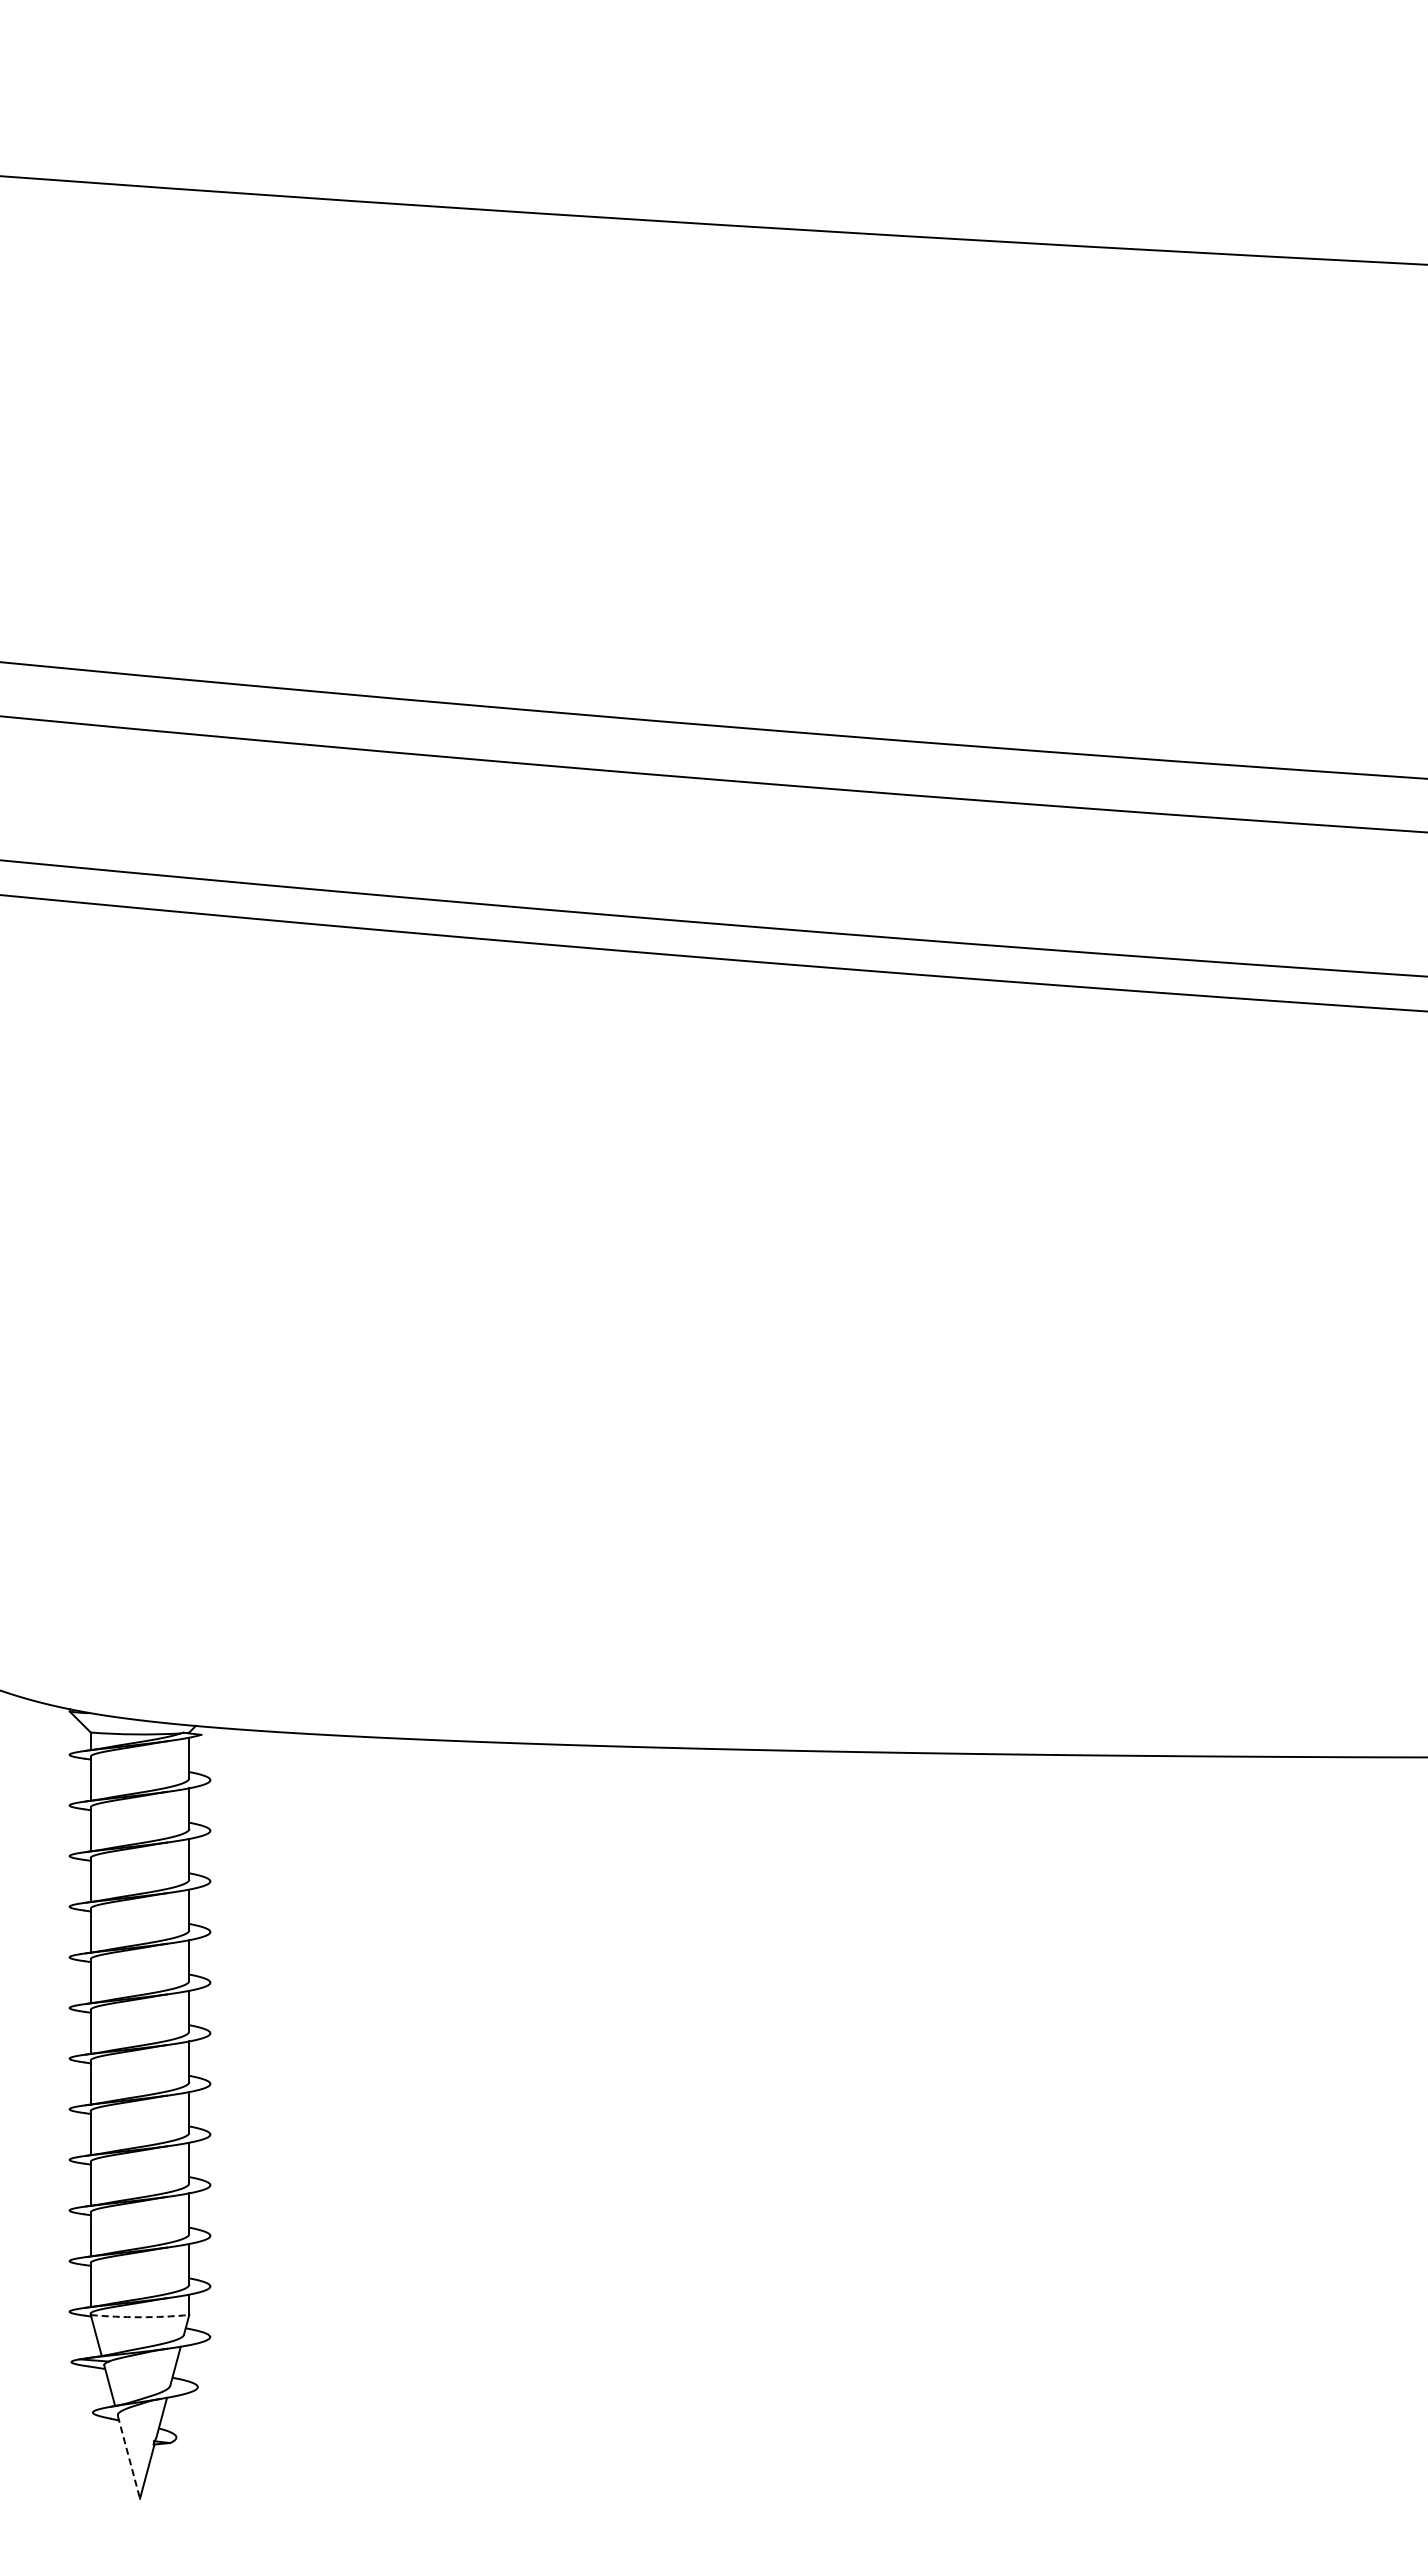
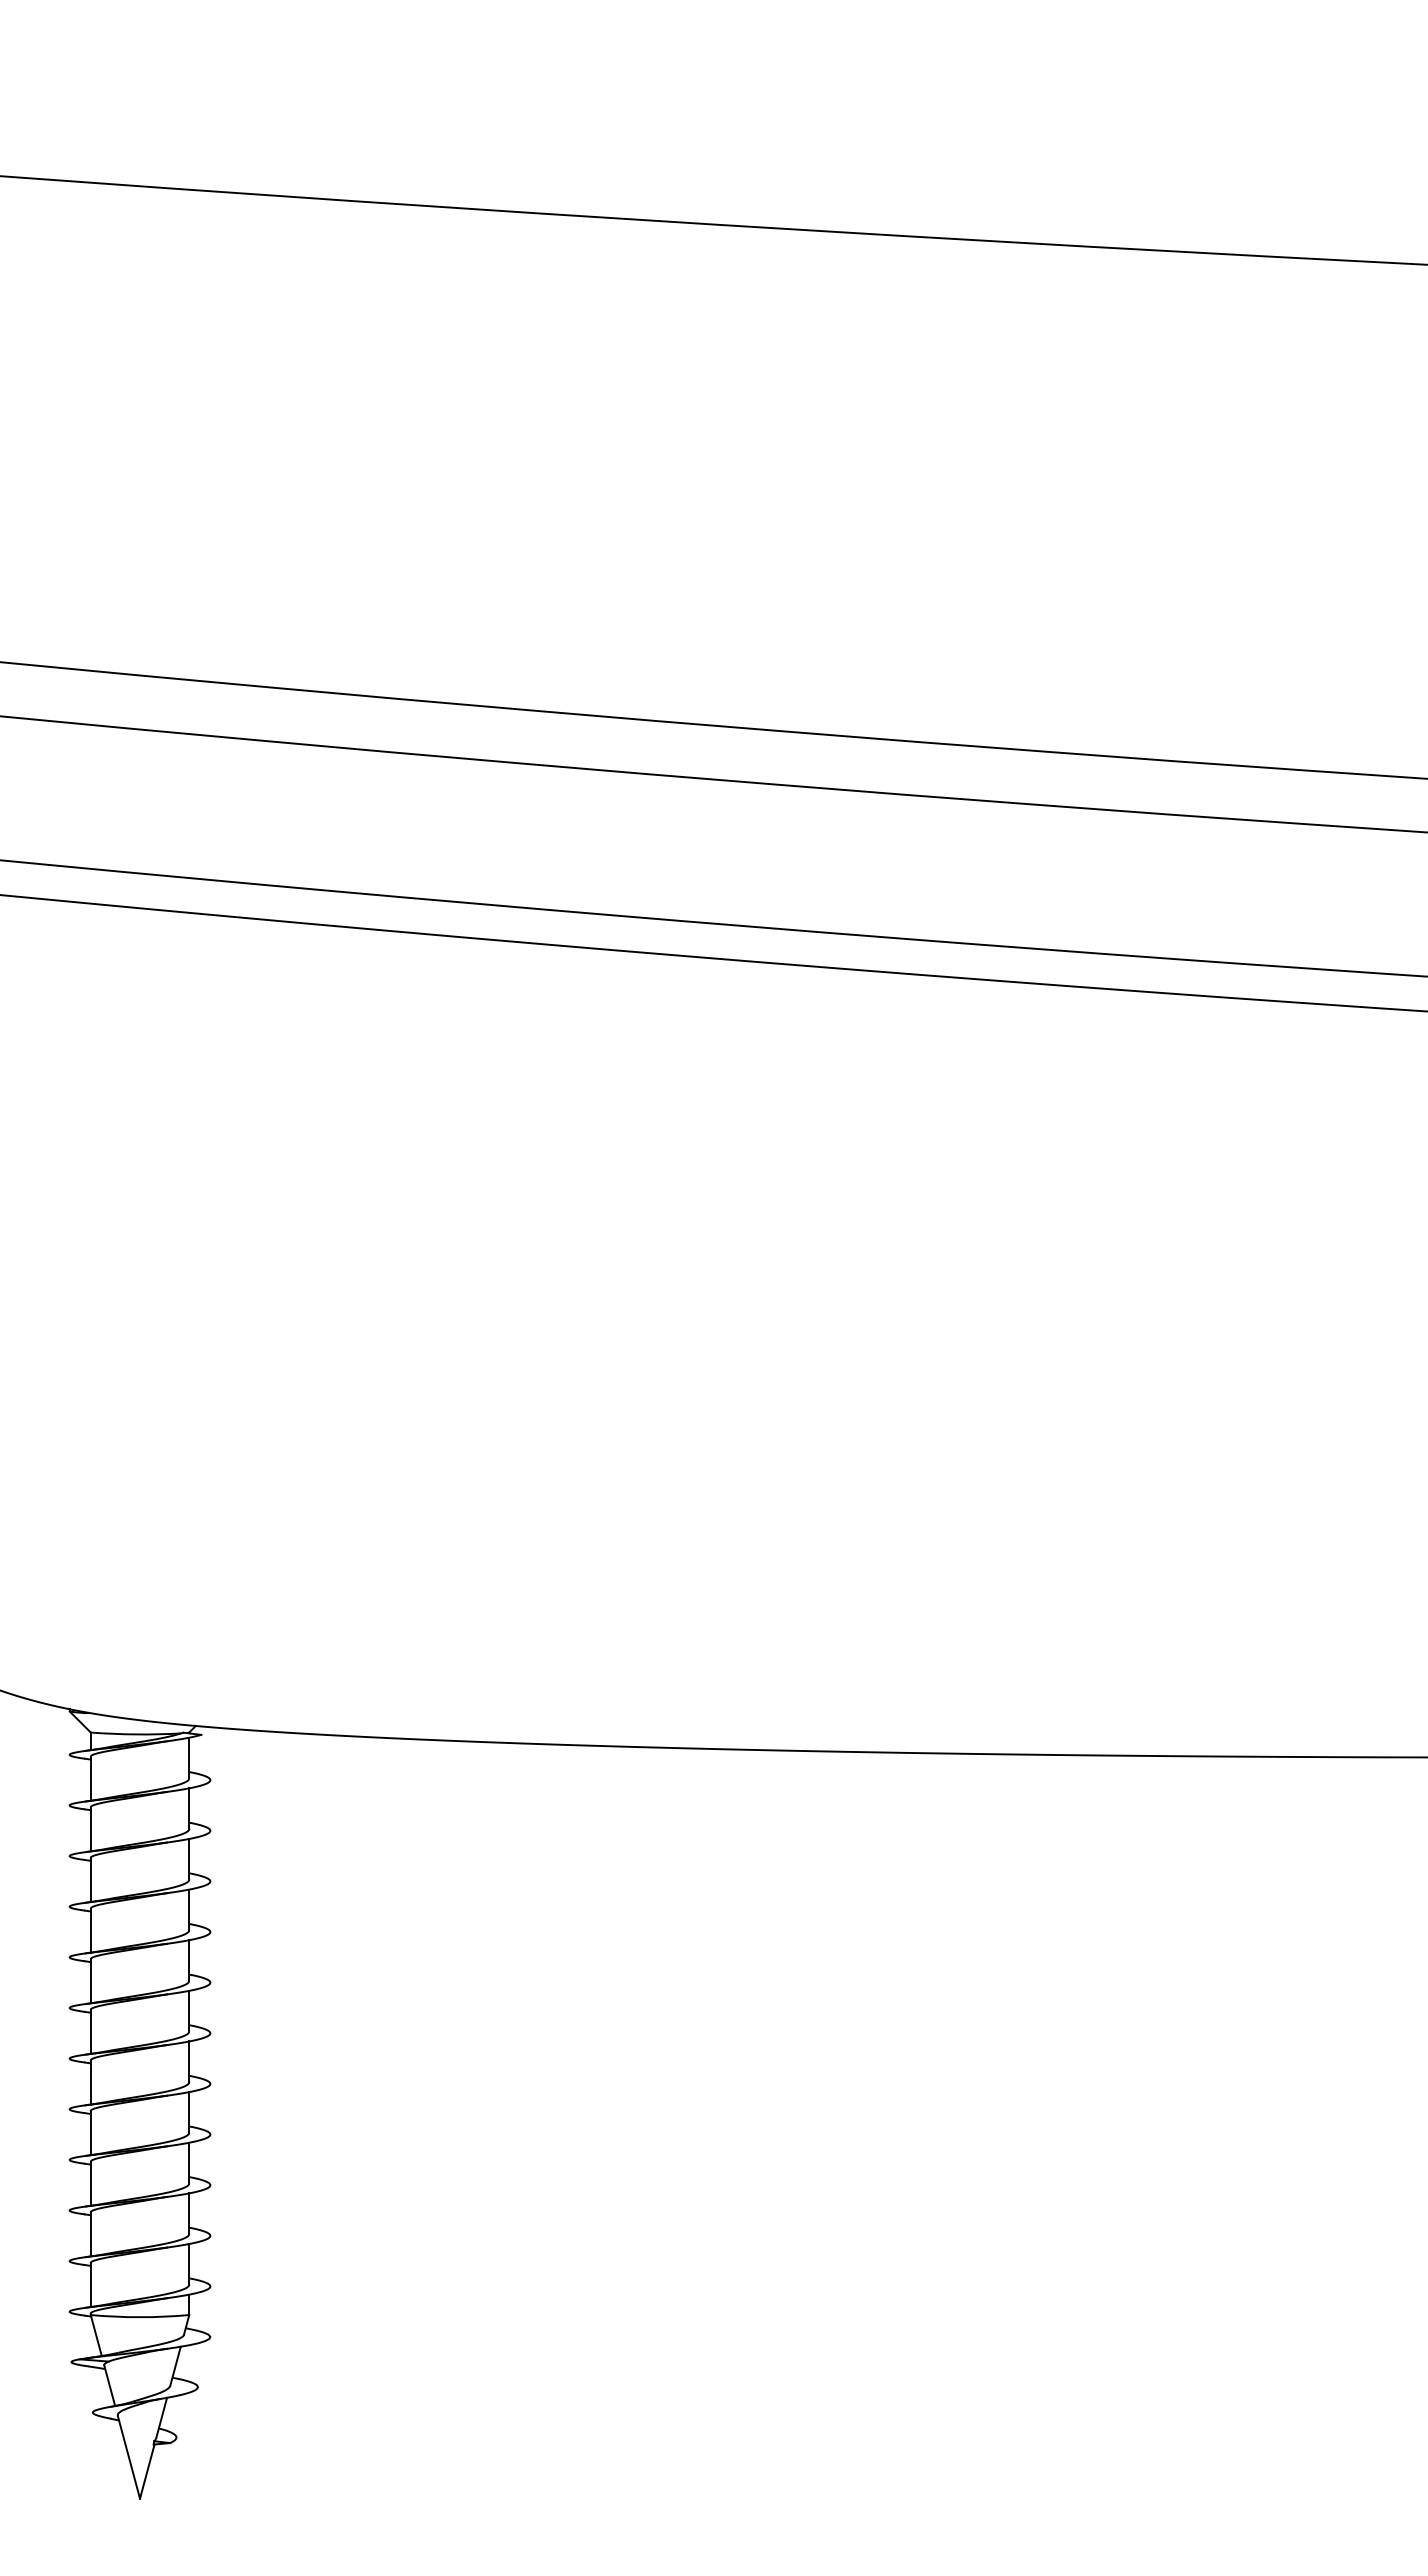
arc at (140, 2317): dashed -> solid
line at (128, 2457): dashed -> solid
